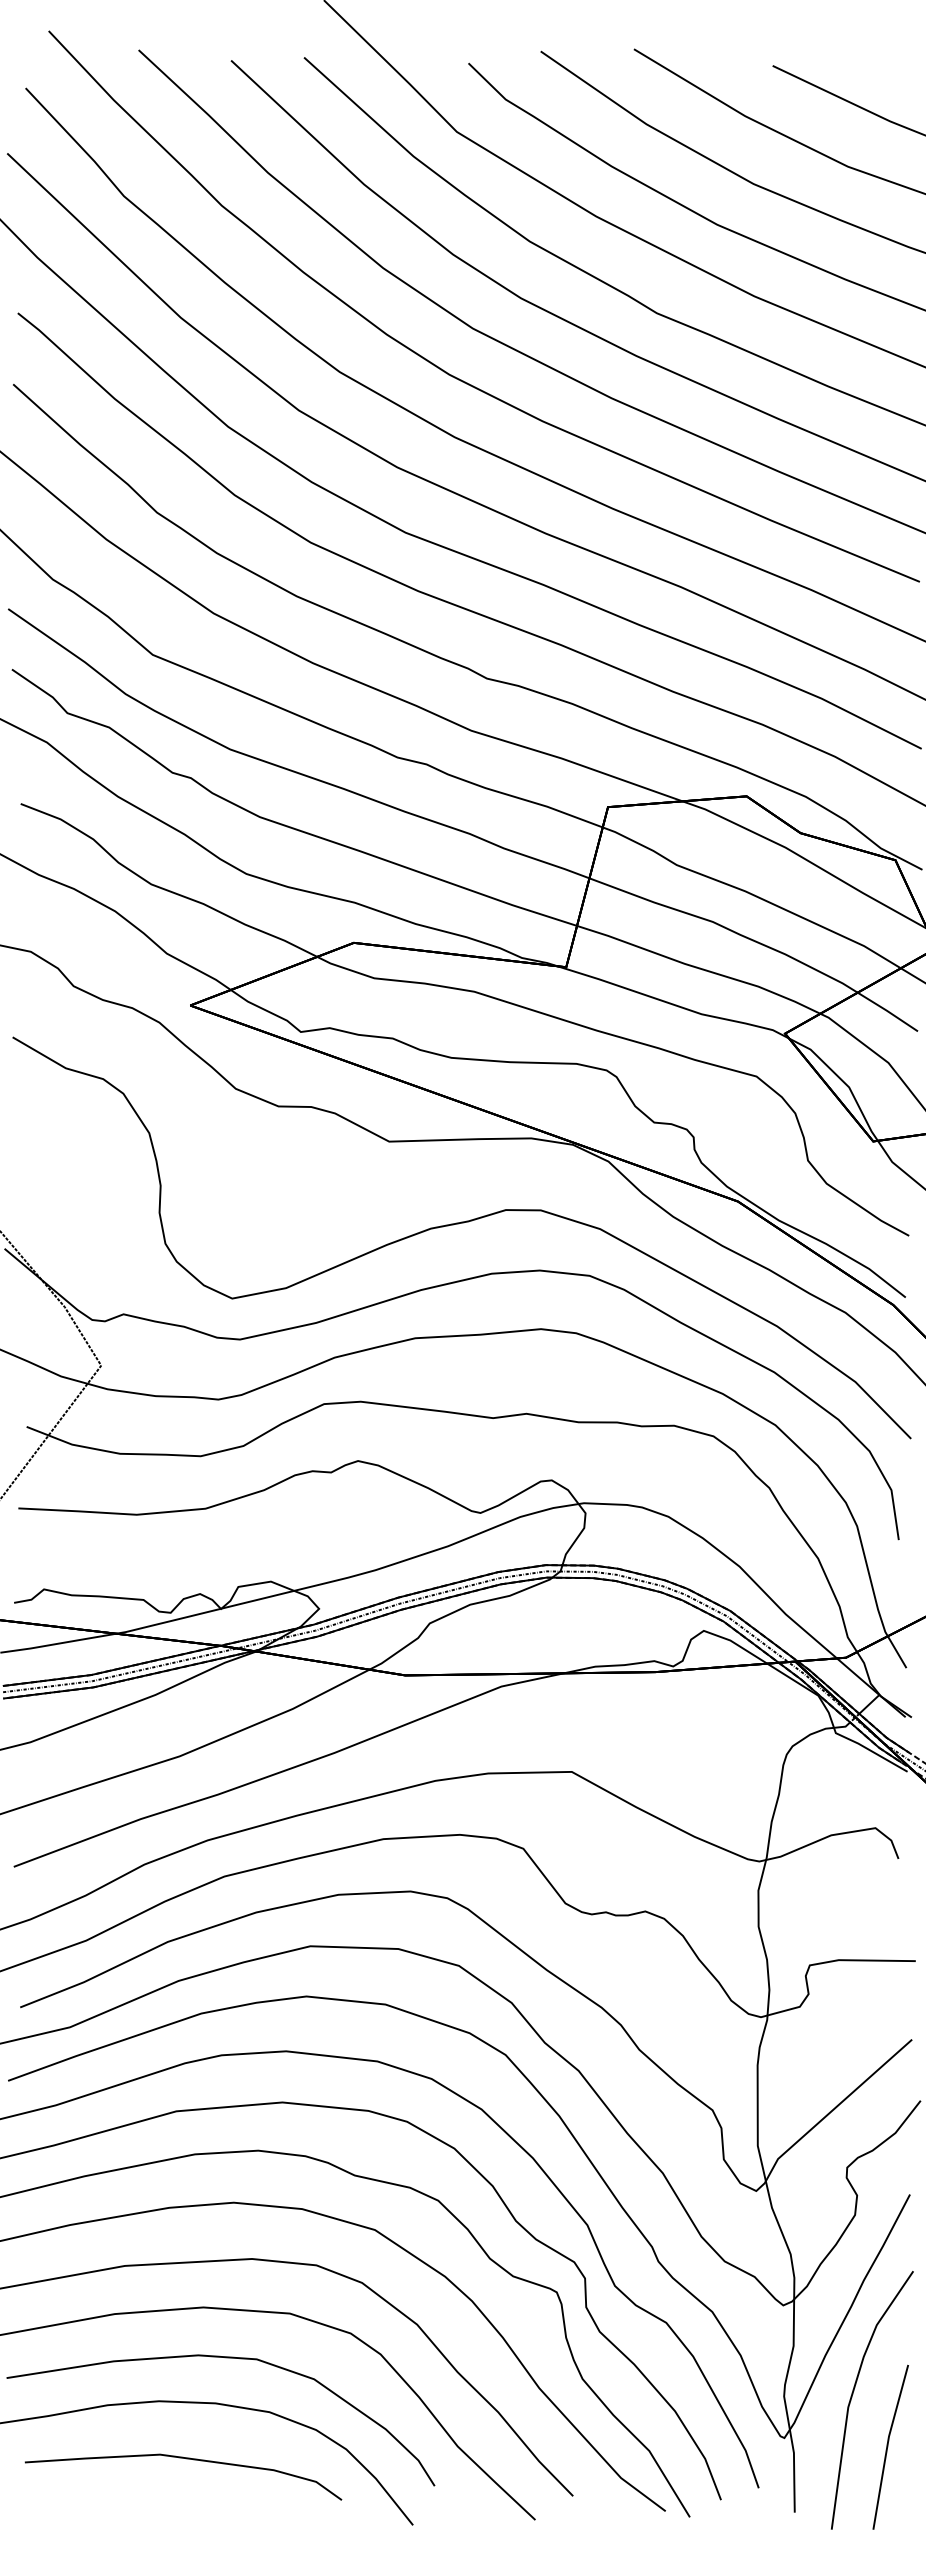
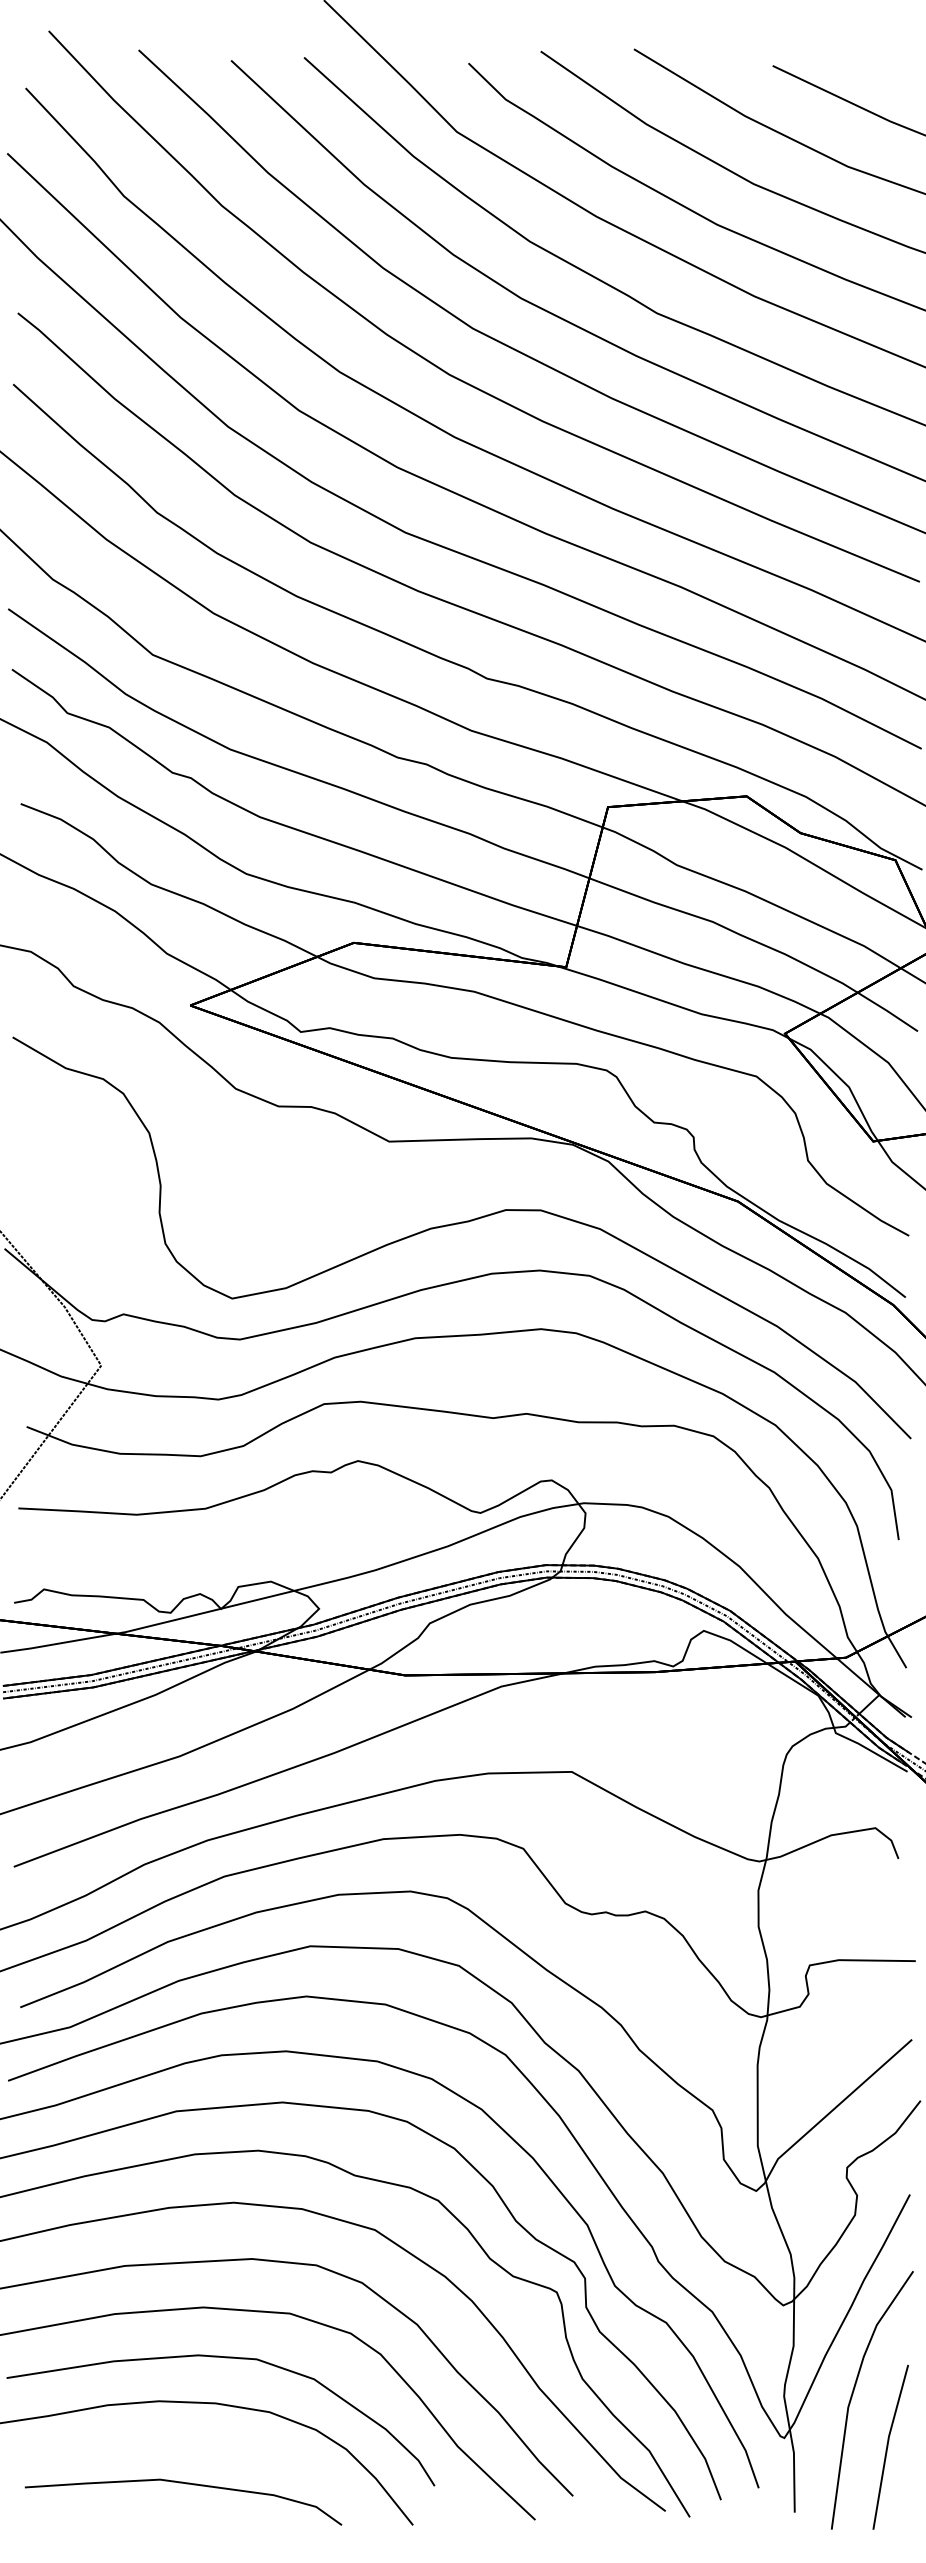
curve at (186, 2459) position: (186, 2459) -> (186, 2484)
